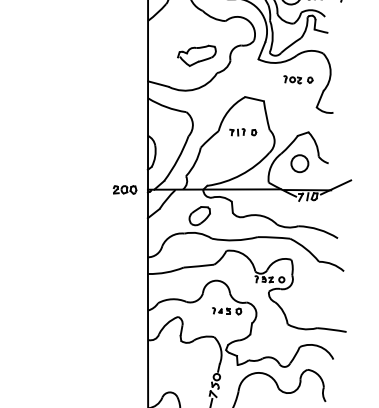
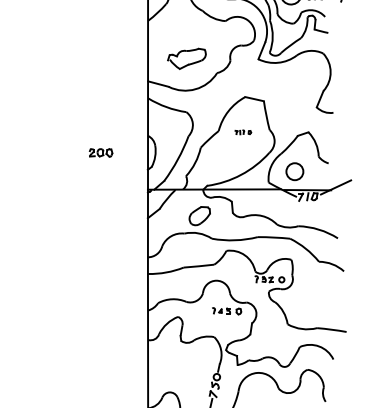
part at (196, 55) position: (196, 55) -> (186, 58)
part at (298, 79): present -> none
part at (243, 132) size: 29x9 px -> 19x7 px
circle at (299, 163) position: (299, 163) -> (294, 171)
part at (124, 189) position: (124, 189) -> (100, 152)
